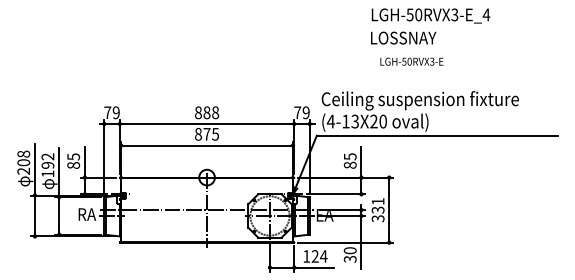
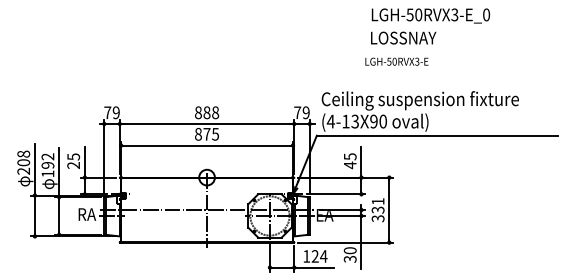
text at (486, 14): LGH-50RVX3-E_4 -> LGH-50RVX3-E_0
text at (411, 61) position: (411, 61) -> (396, 61)
text at (373, 121): (4-13X20 -> (4-13X90
text at (73, 165): 85 -> 25
text at (349, 165): 85 -> 45
